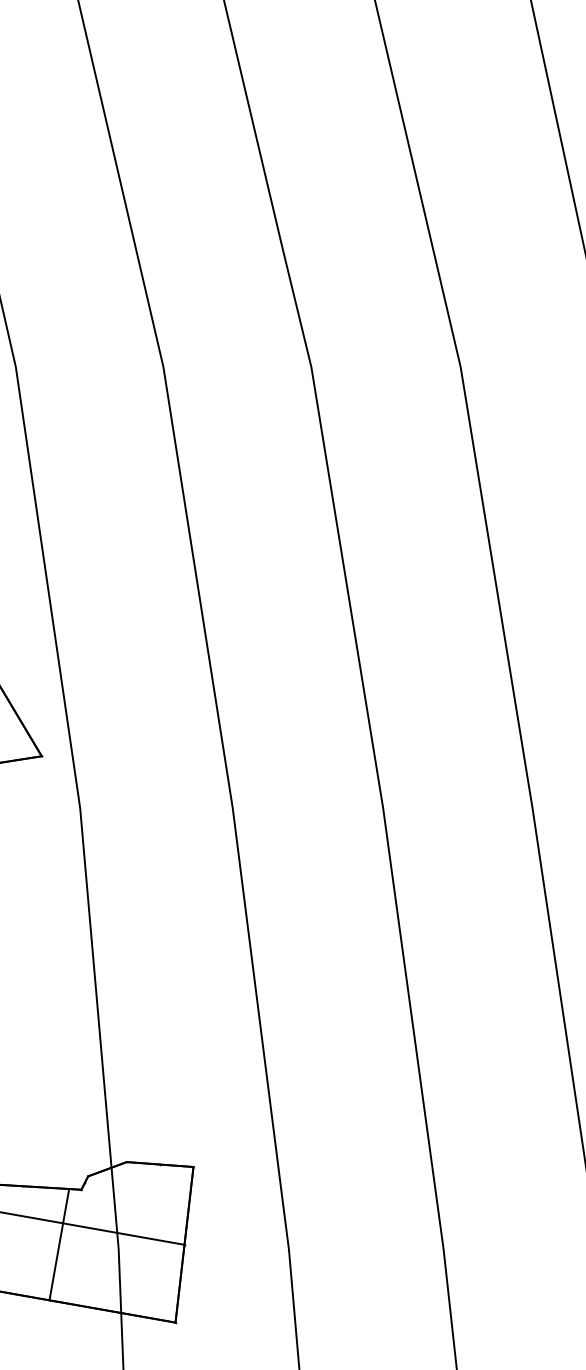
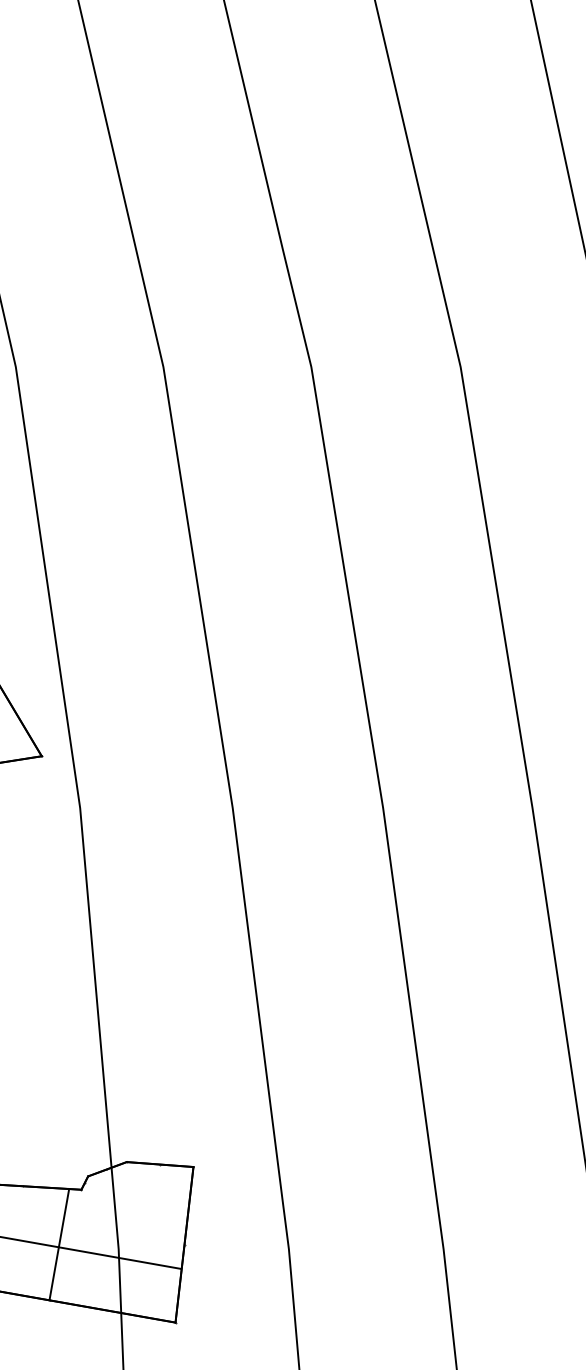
line at (93, 1228) position: (93, 1228) -> (91, 1252)
